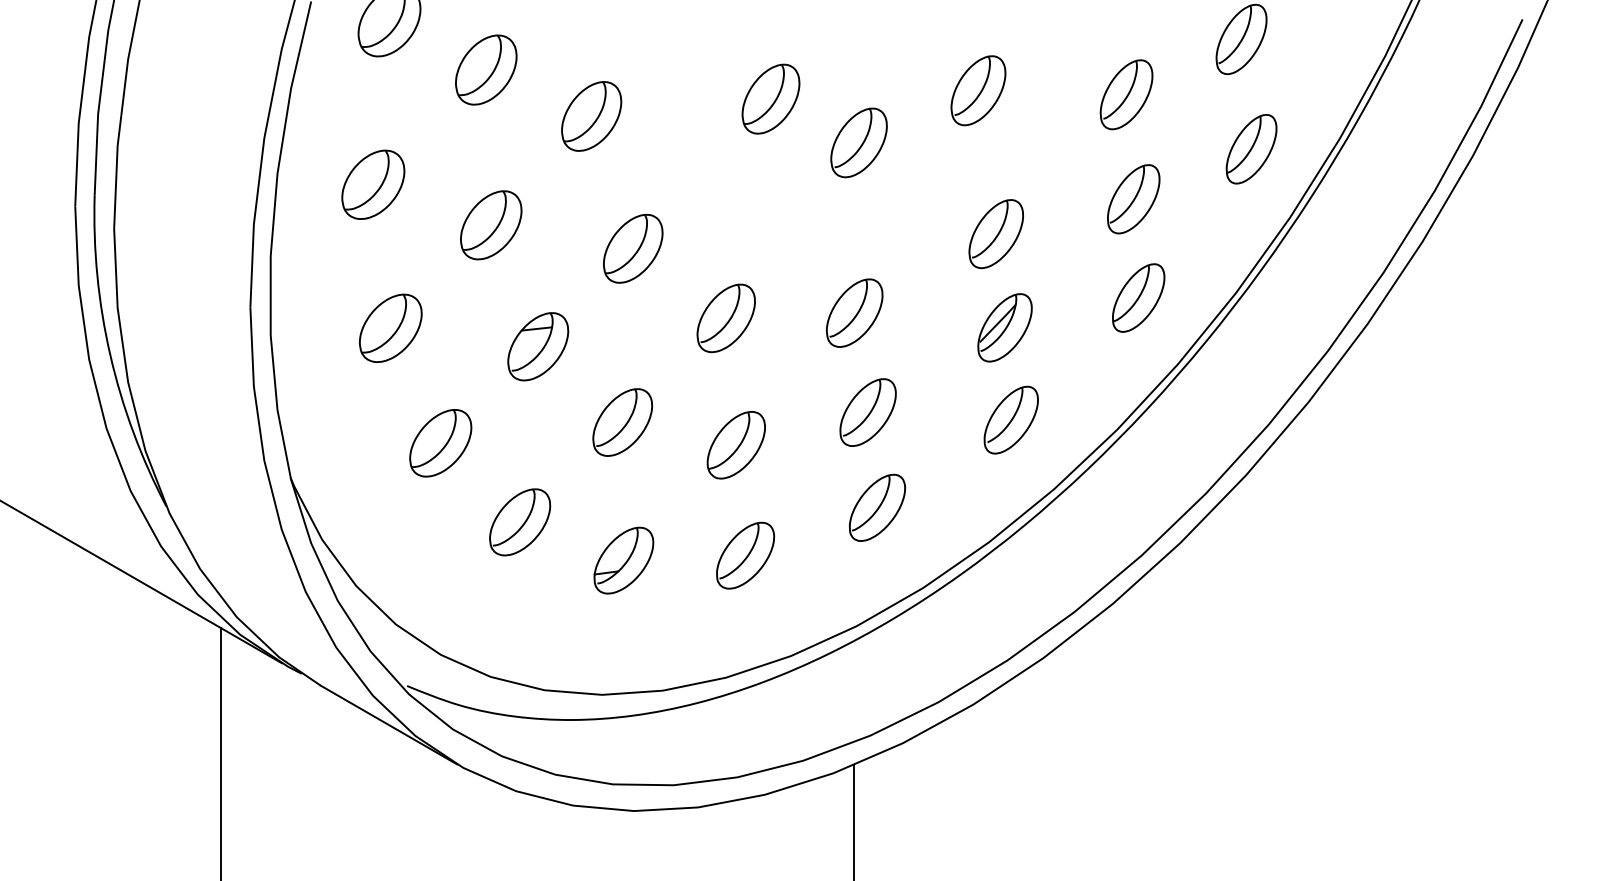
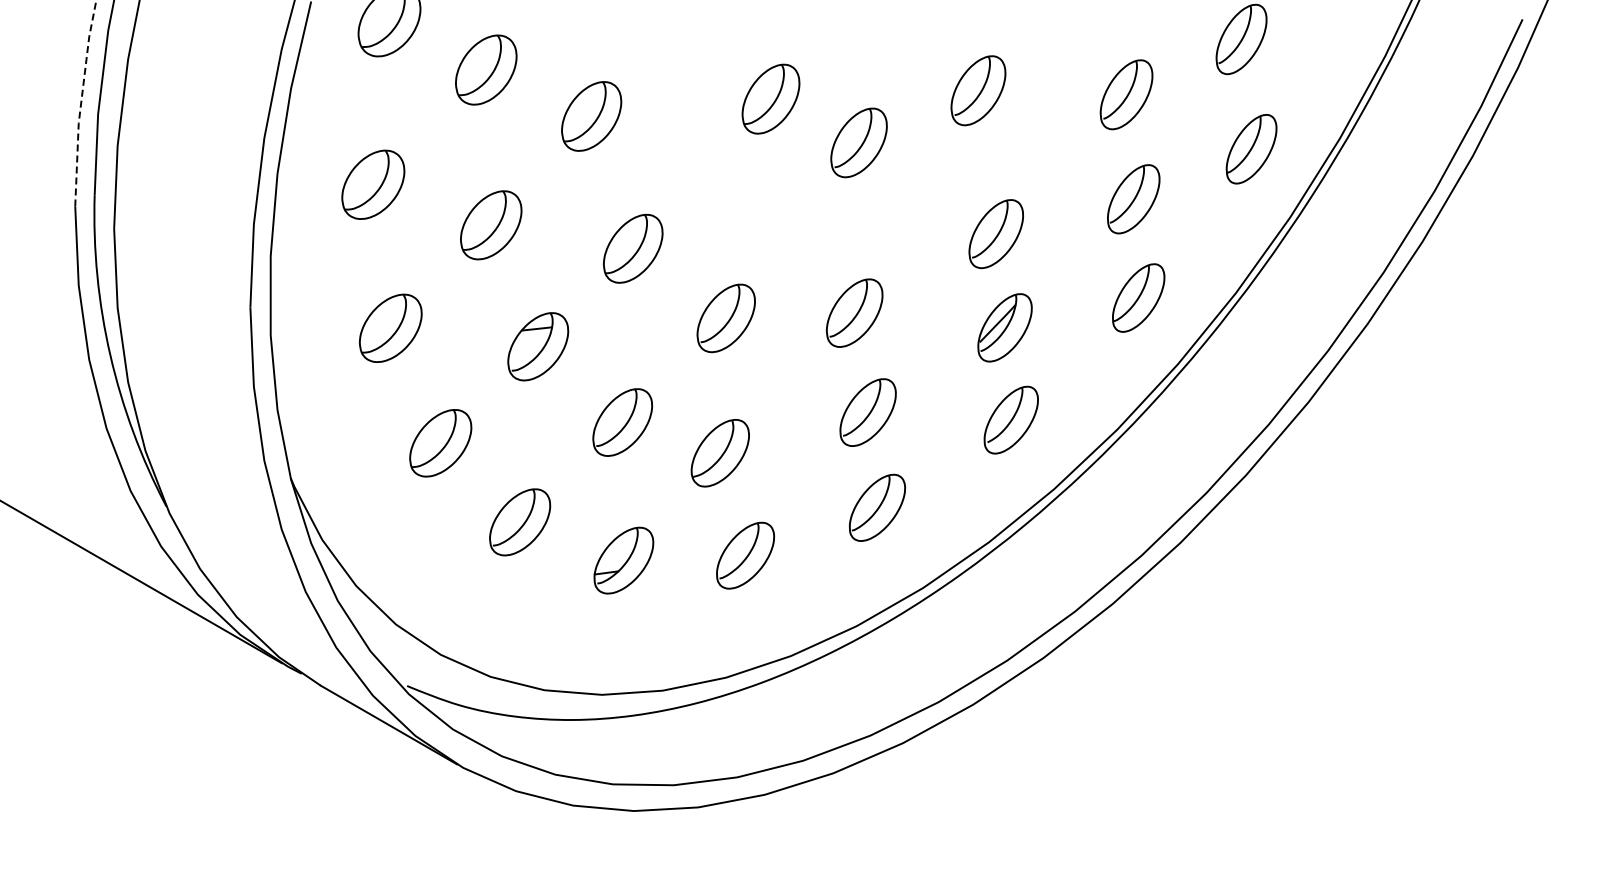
line at (81, 103): solid -> dashed
part at (735, 445) position: (735, 445) -> (719, 453)
line at (220, 752): present -> none
line at (853, 821): present -> none
